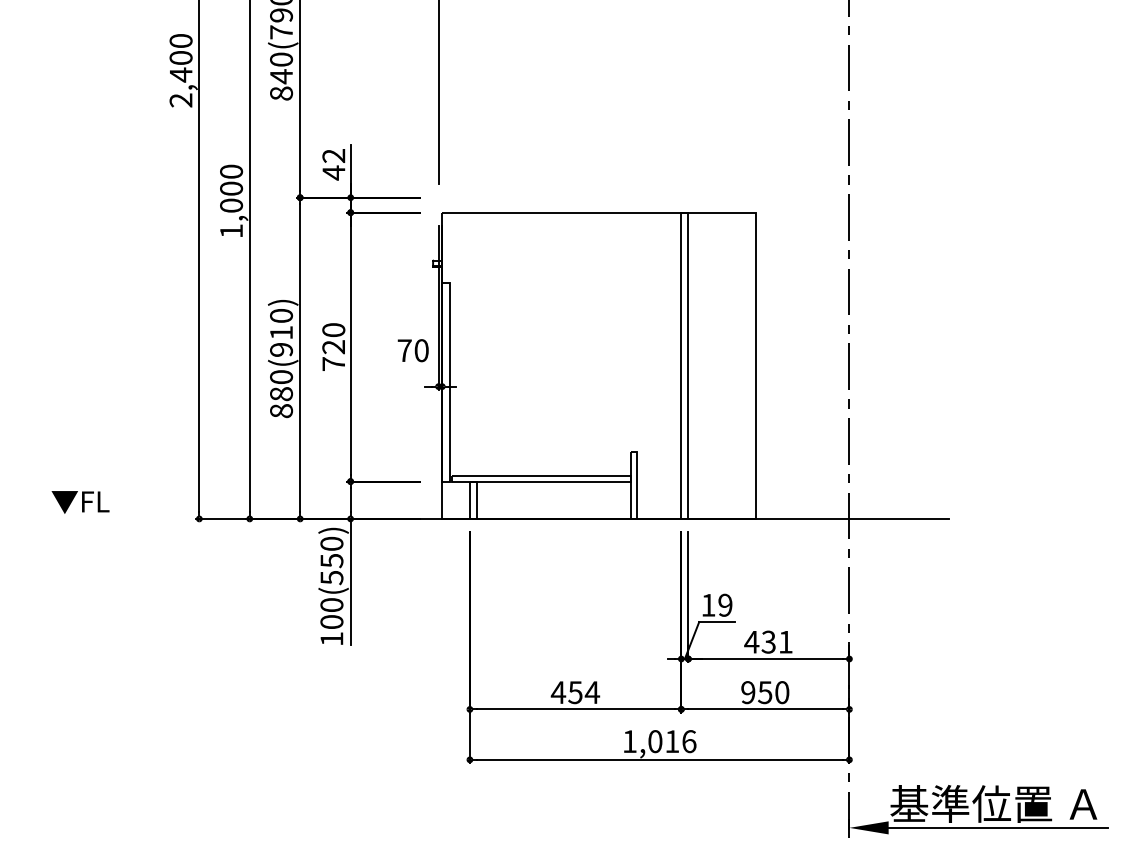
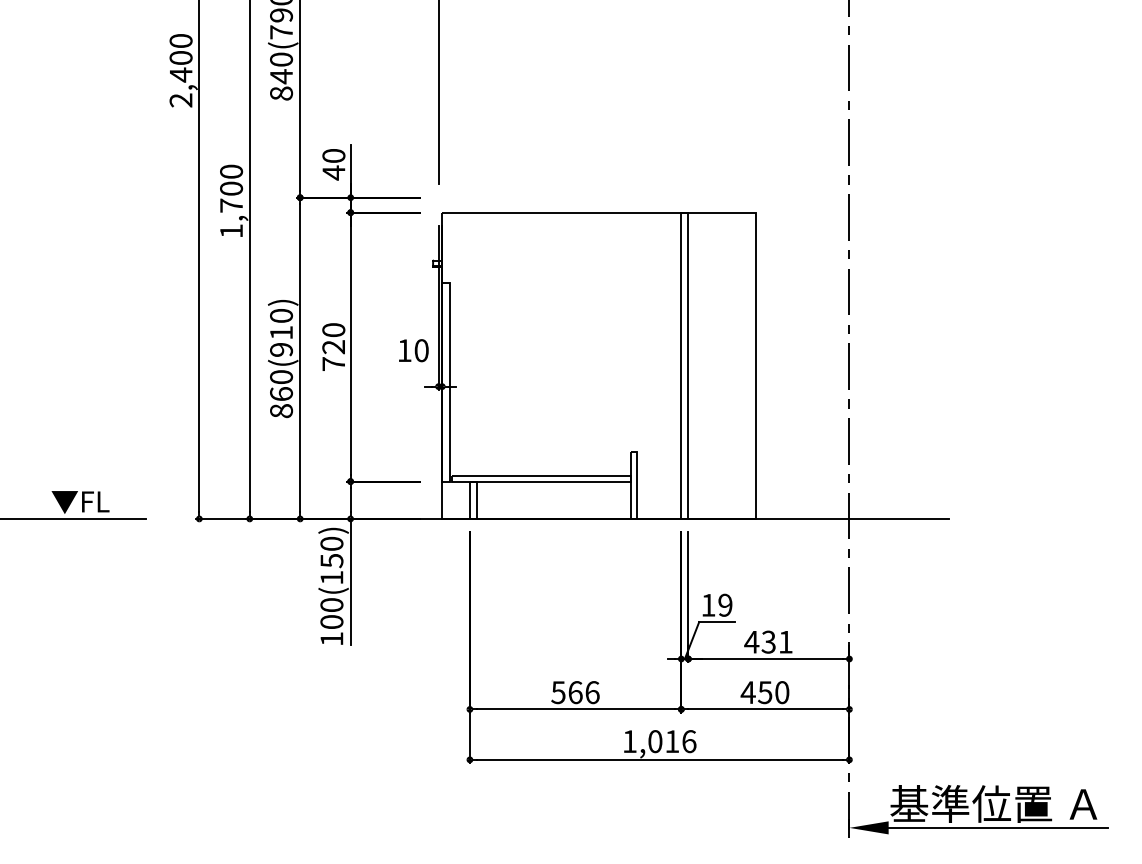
text at (333, 155): 42 -> 40
text at (231, 205): 1,000 -> 1,700
text at (404, 350): 70 -> 10
text at (281, 394): 880(910) -> 860(910)
line at (74, 518): none -> present
text at (331, 578): 100(550) -> 100(150)
text at (575, 692): 454 -> 566
text at (747, 692): 950 -> 450
